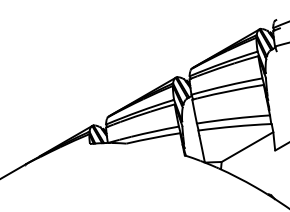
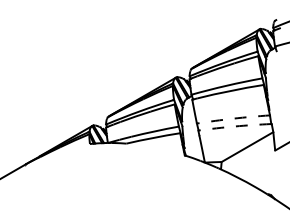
arc at (233, 118): solid -> dashed
arc at (234, 126): solid -> dashed
